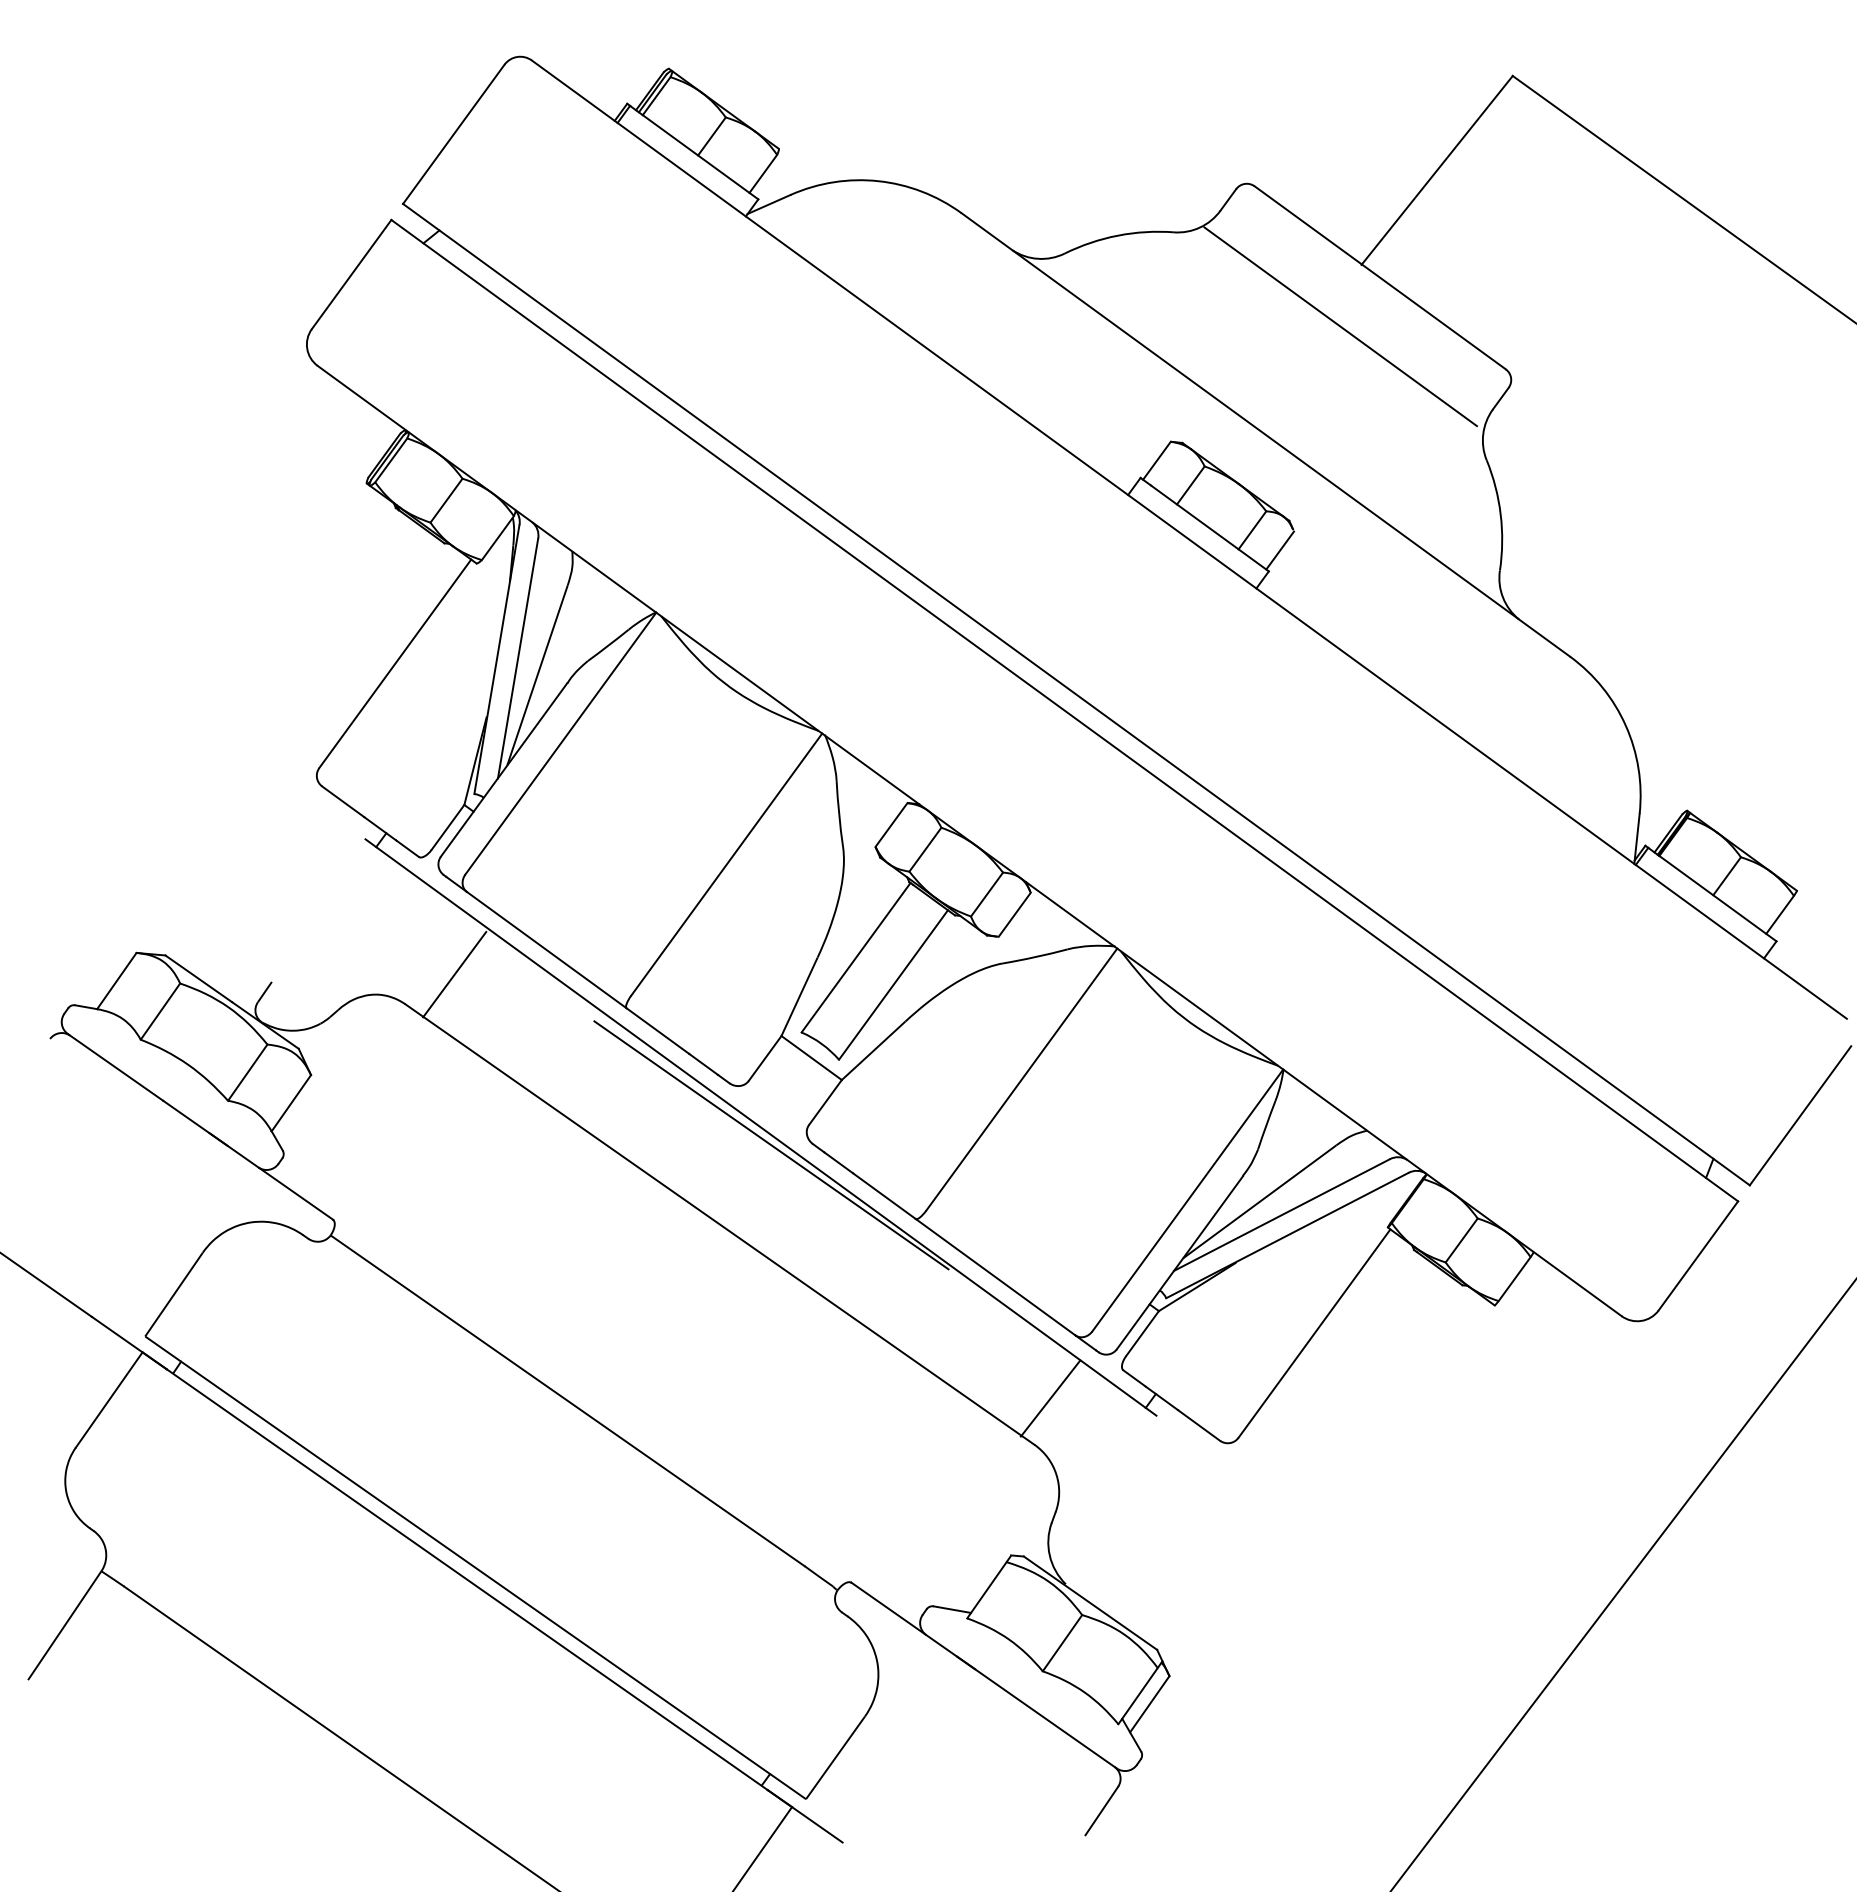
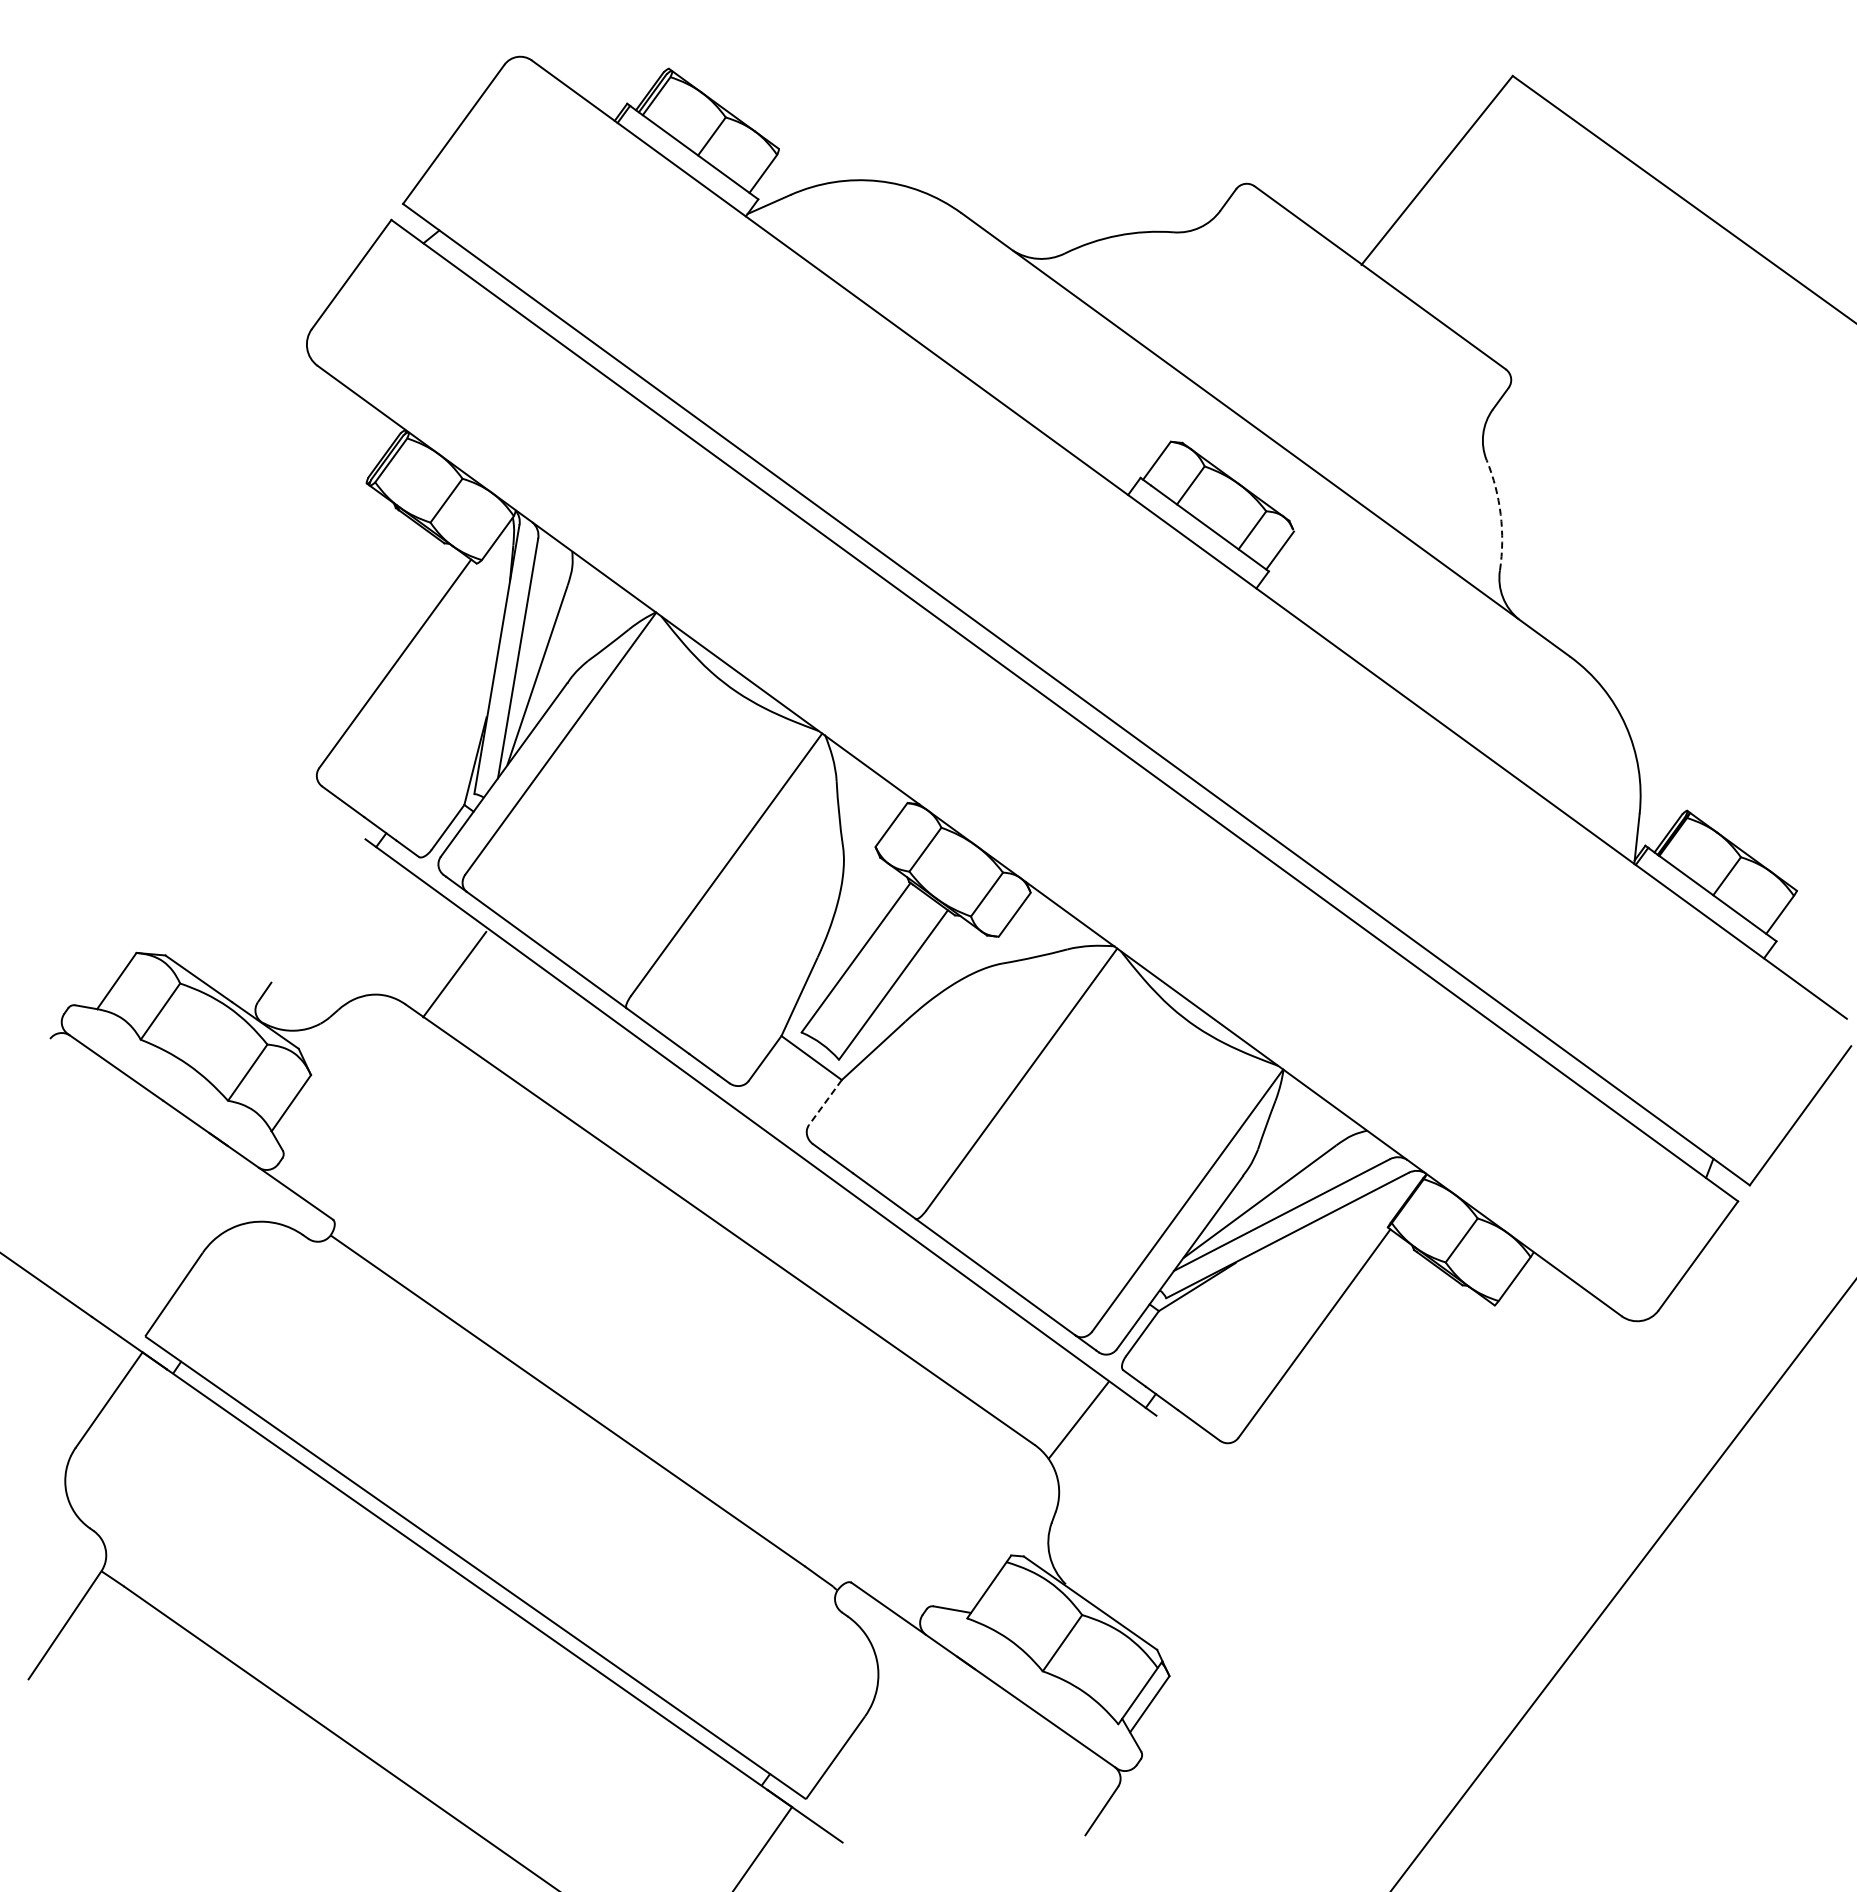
line at (1340, 326): present -> none
arc at (1500, 514): solid -> dashed
line at (825, 1102): solid -> dashed
line at (771, 1145): present -> none
line at (1050, 1398) position: (1050, 1398) -> (1078, 1420)
